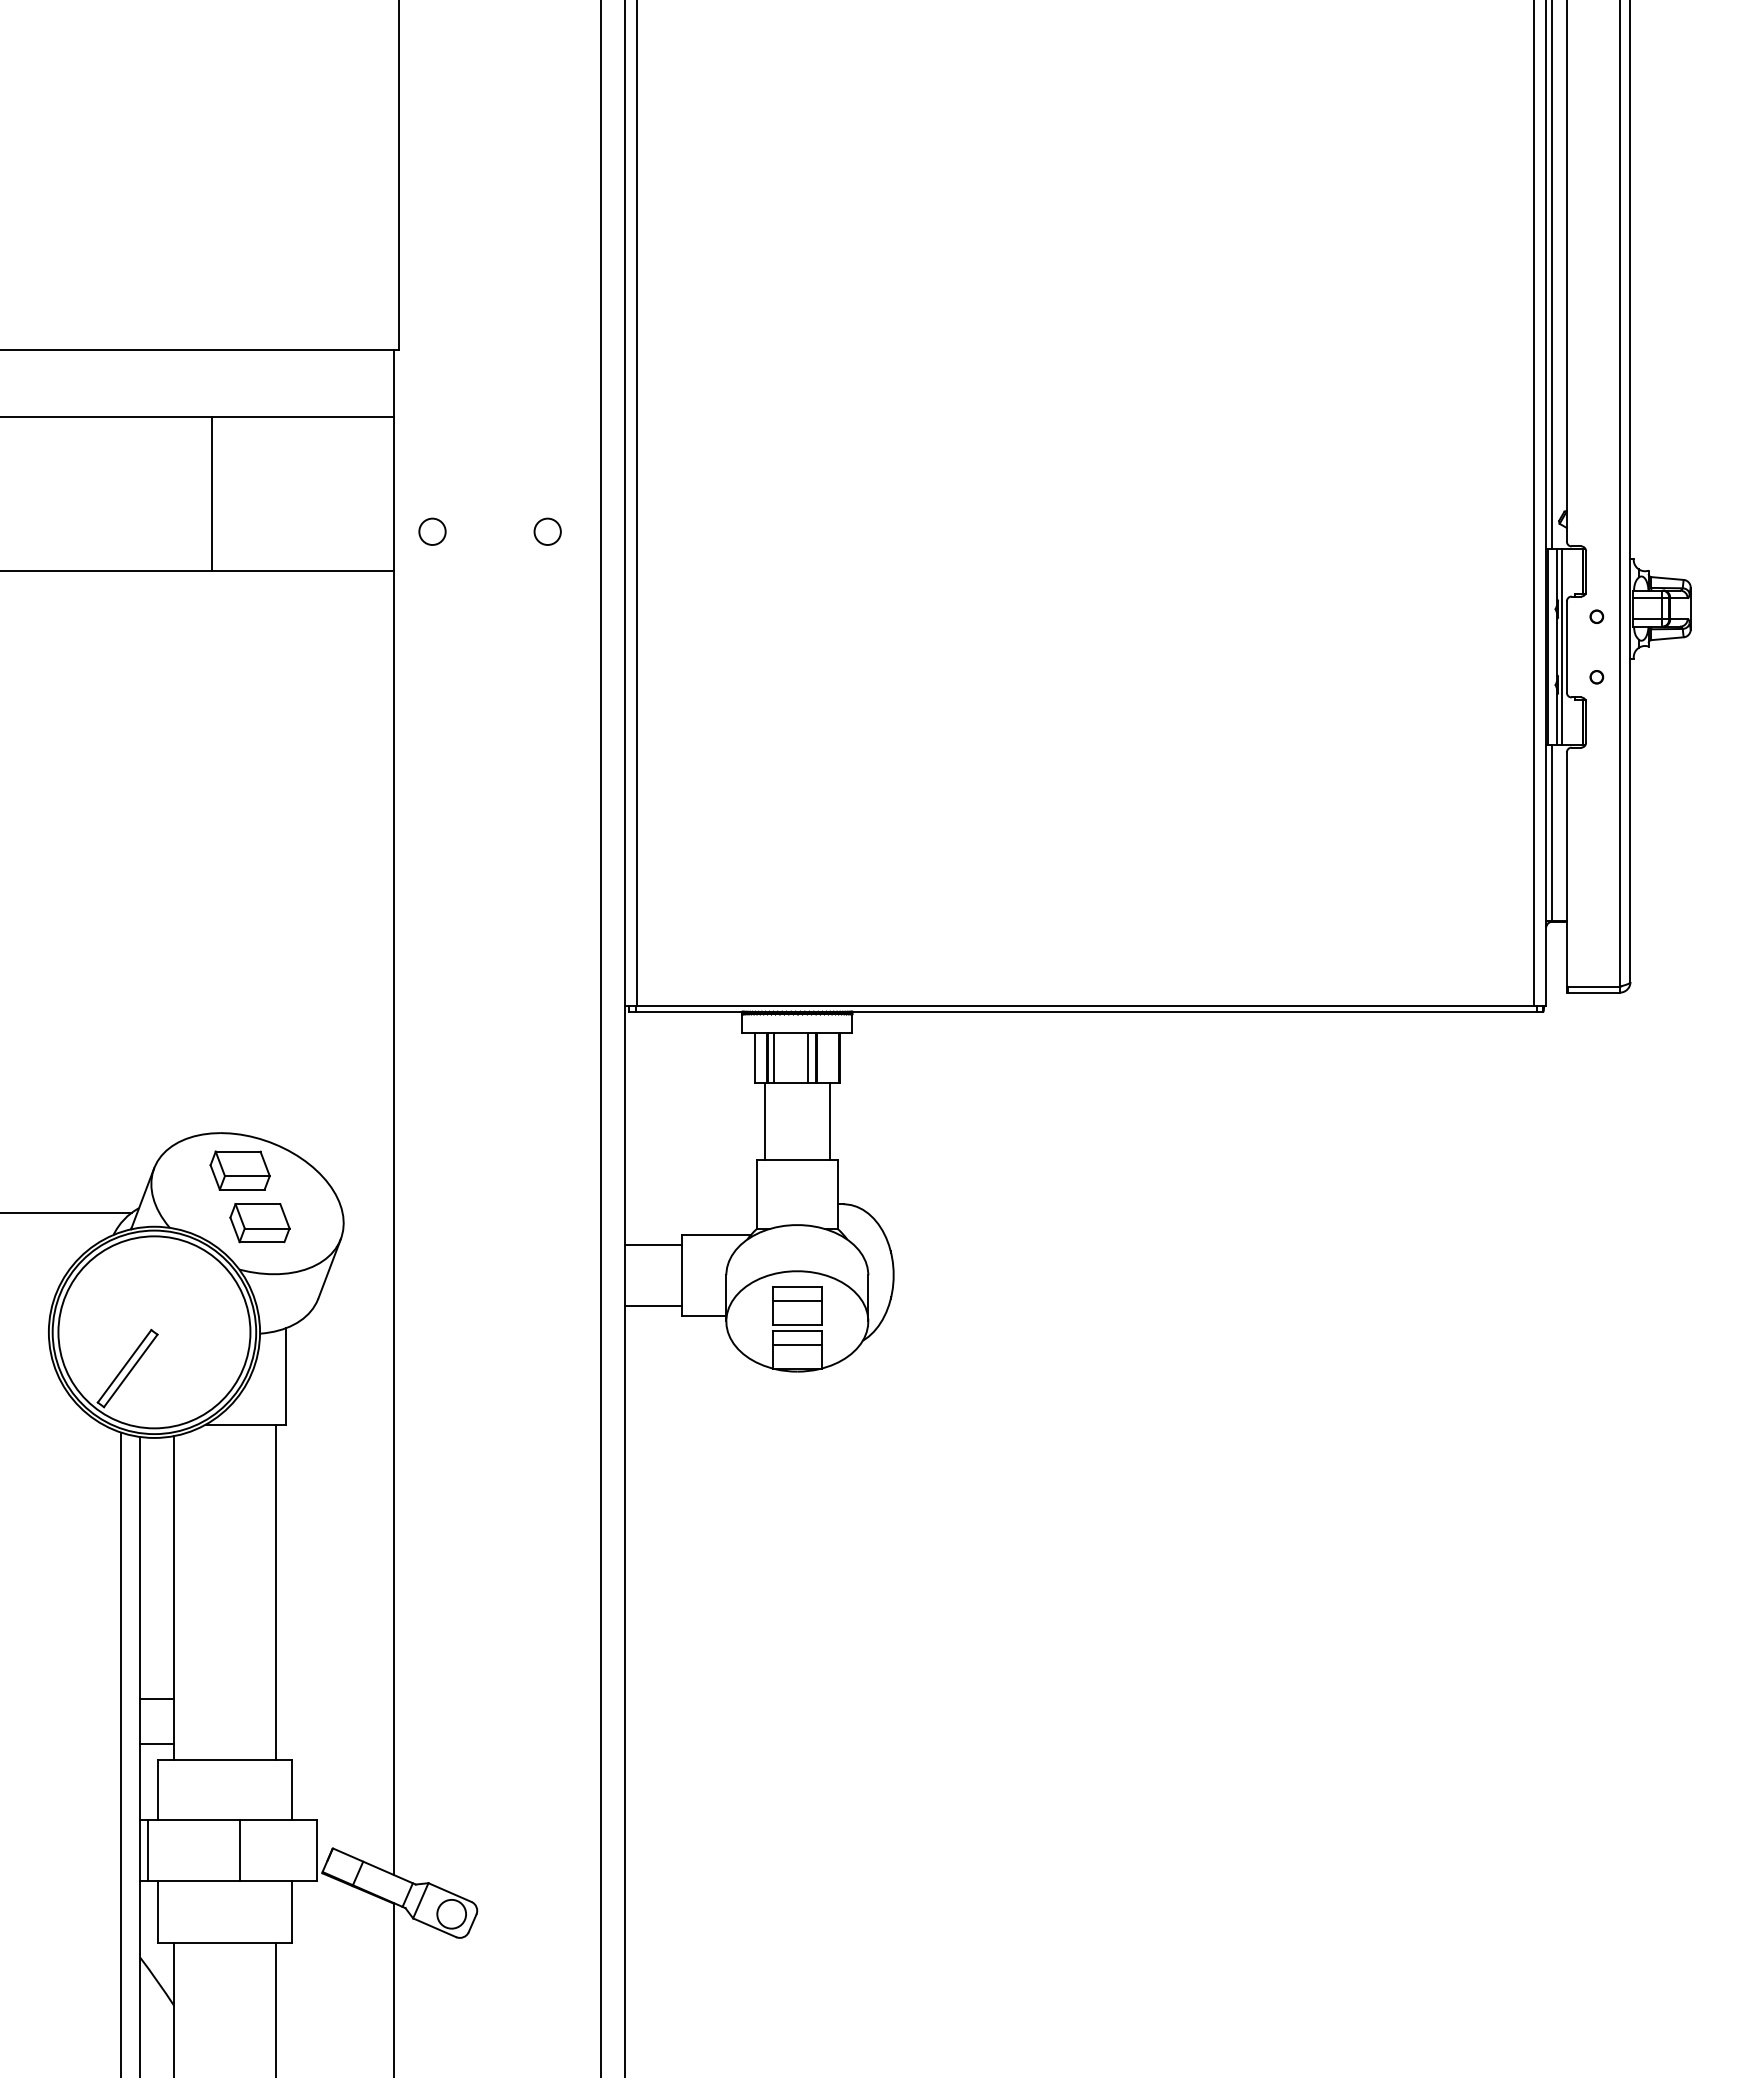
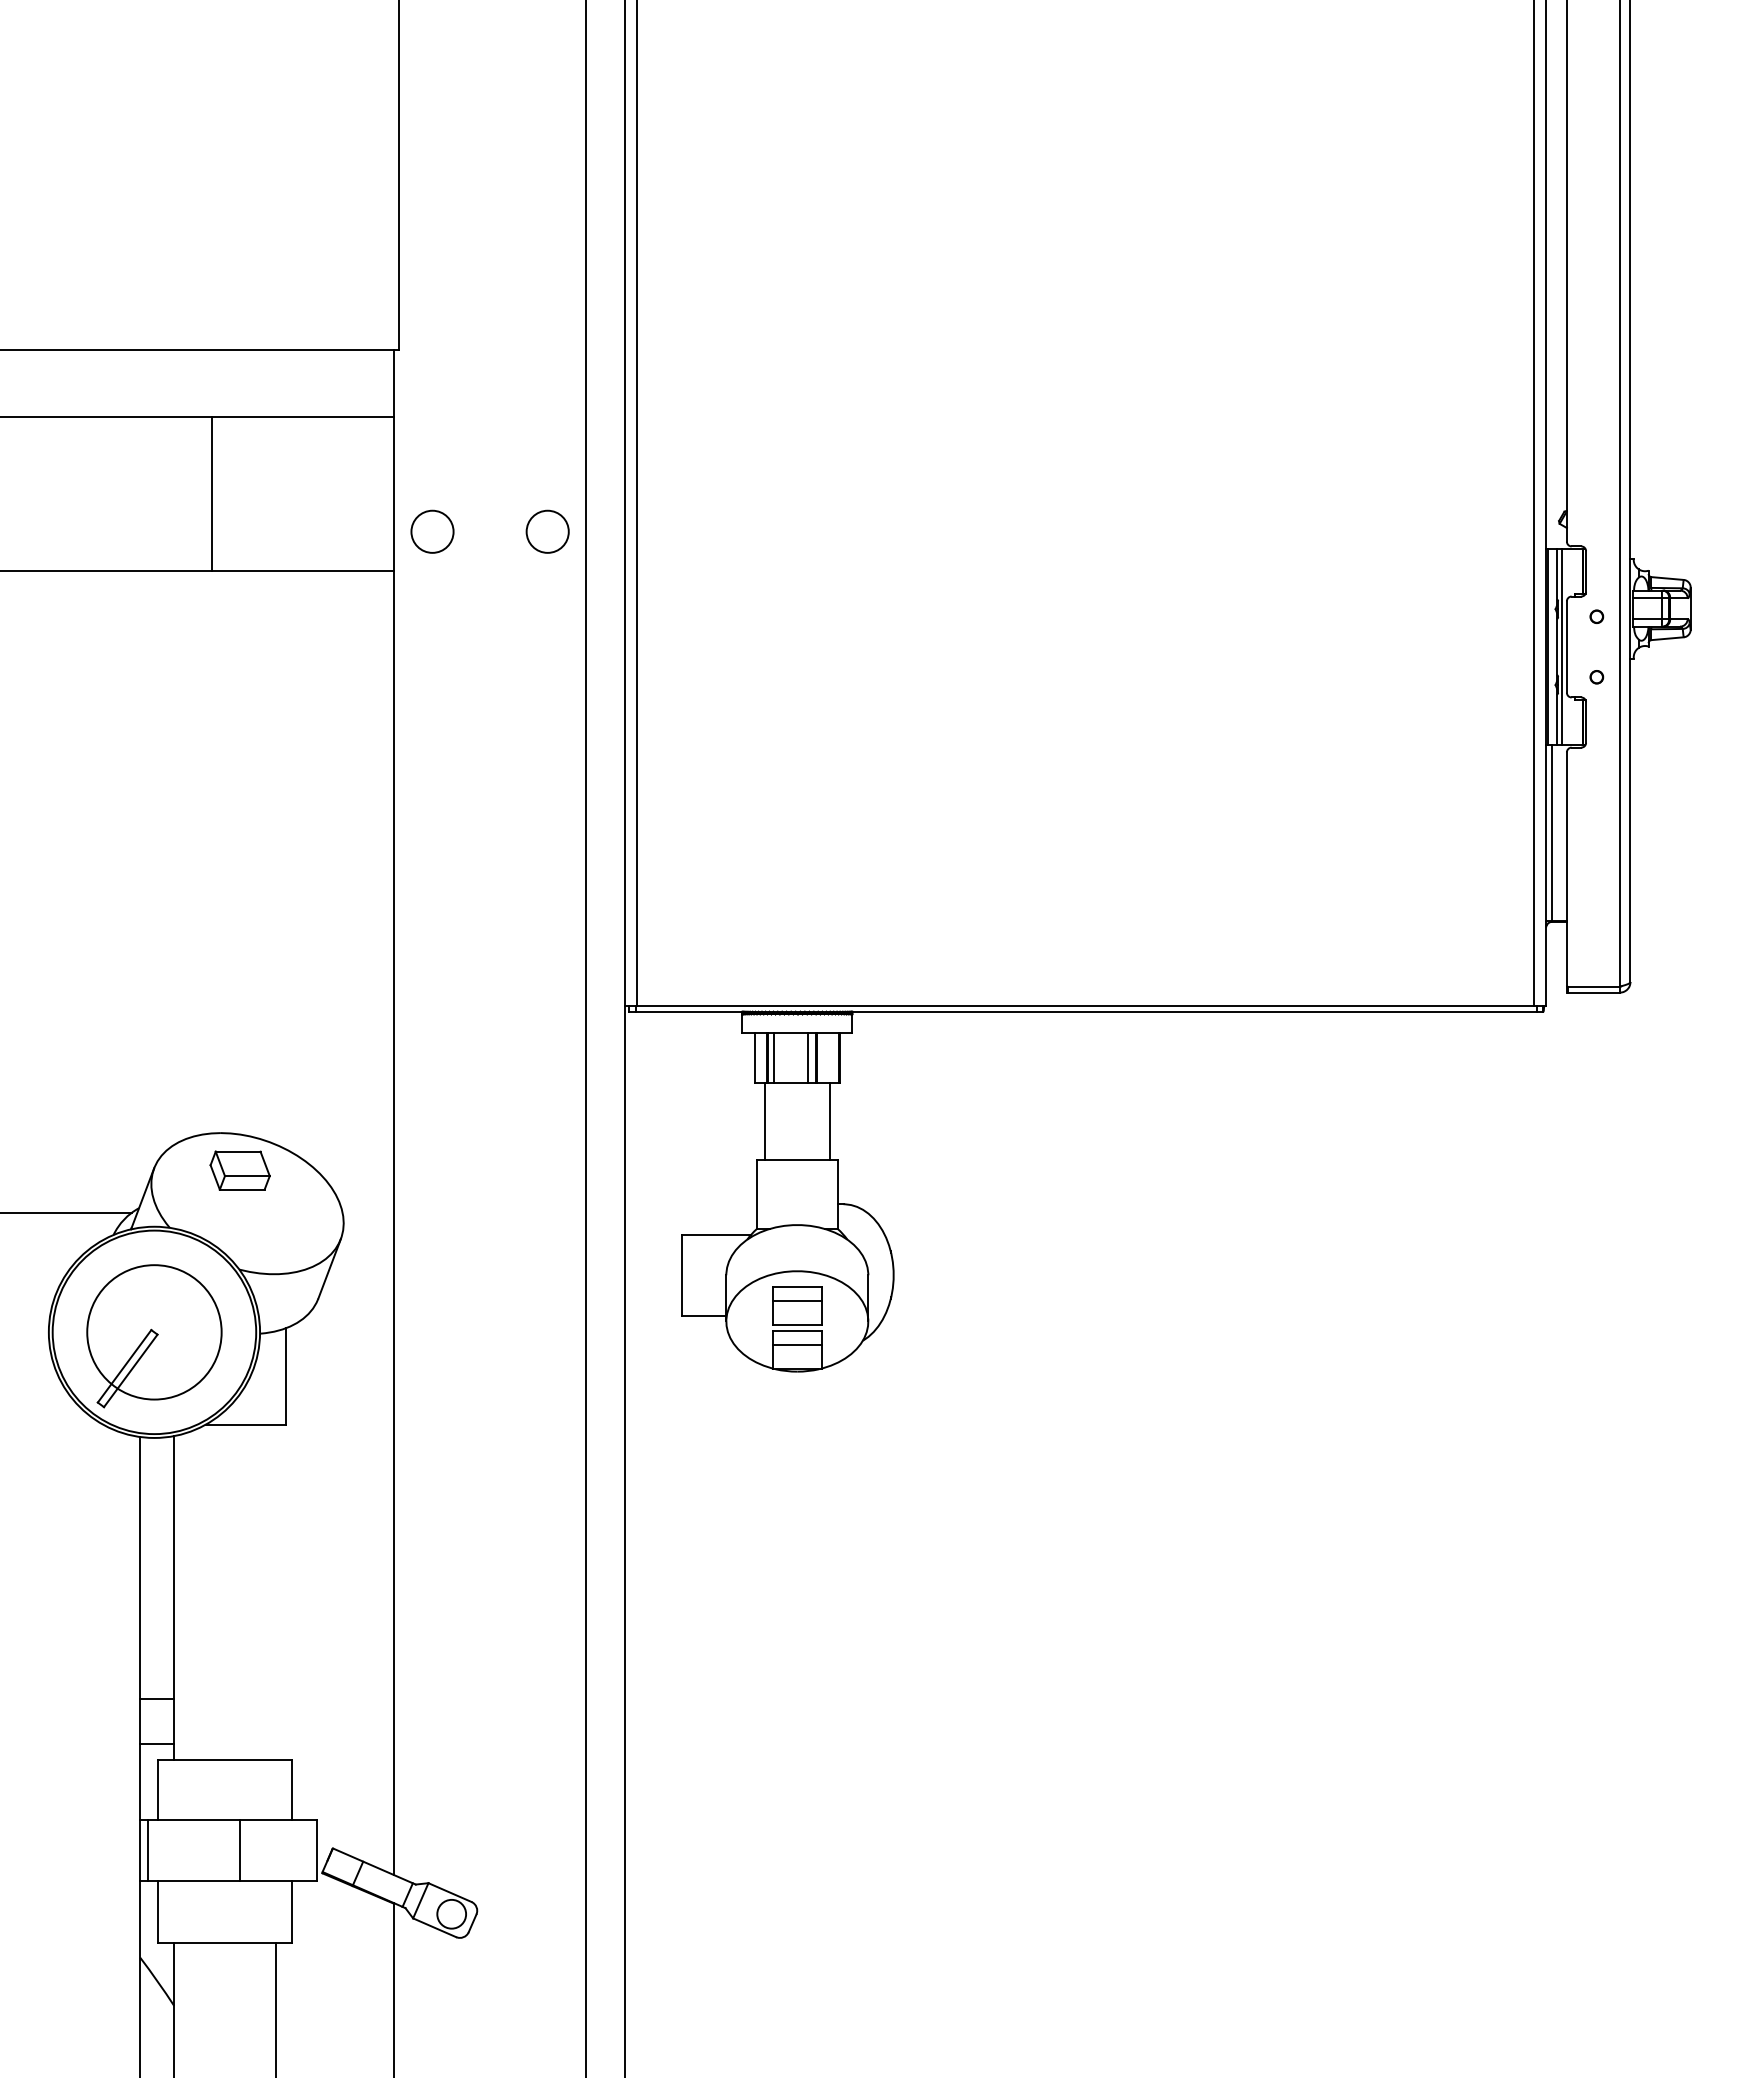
line at (1552, 275): present -> none
circle at (432, 531) diameter: 26 px -> 42 px
circle at (547, 531) diameter: 26 px -> 42 px
line at (601, 1038) position: (601, 1038) -> (586, 1038)
part at (259, 1223): present -> none
line at (653, 1244): present -> none
line at (653, 1305): present -> none
circle at (154, 1332) diameter: 192 px -> 134 px
line at (275, 1592): present -> none
line at (121, 1753): present -> none
